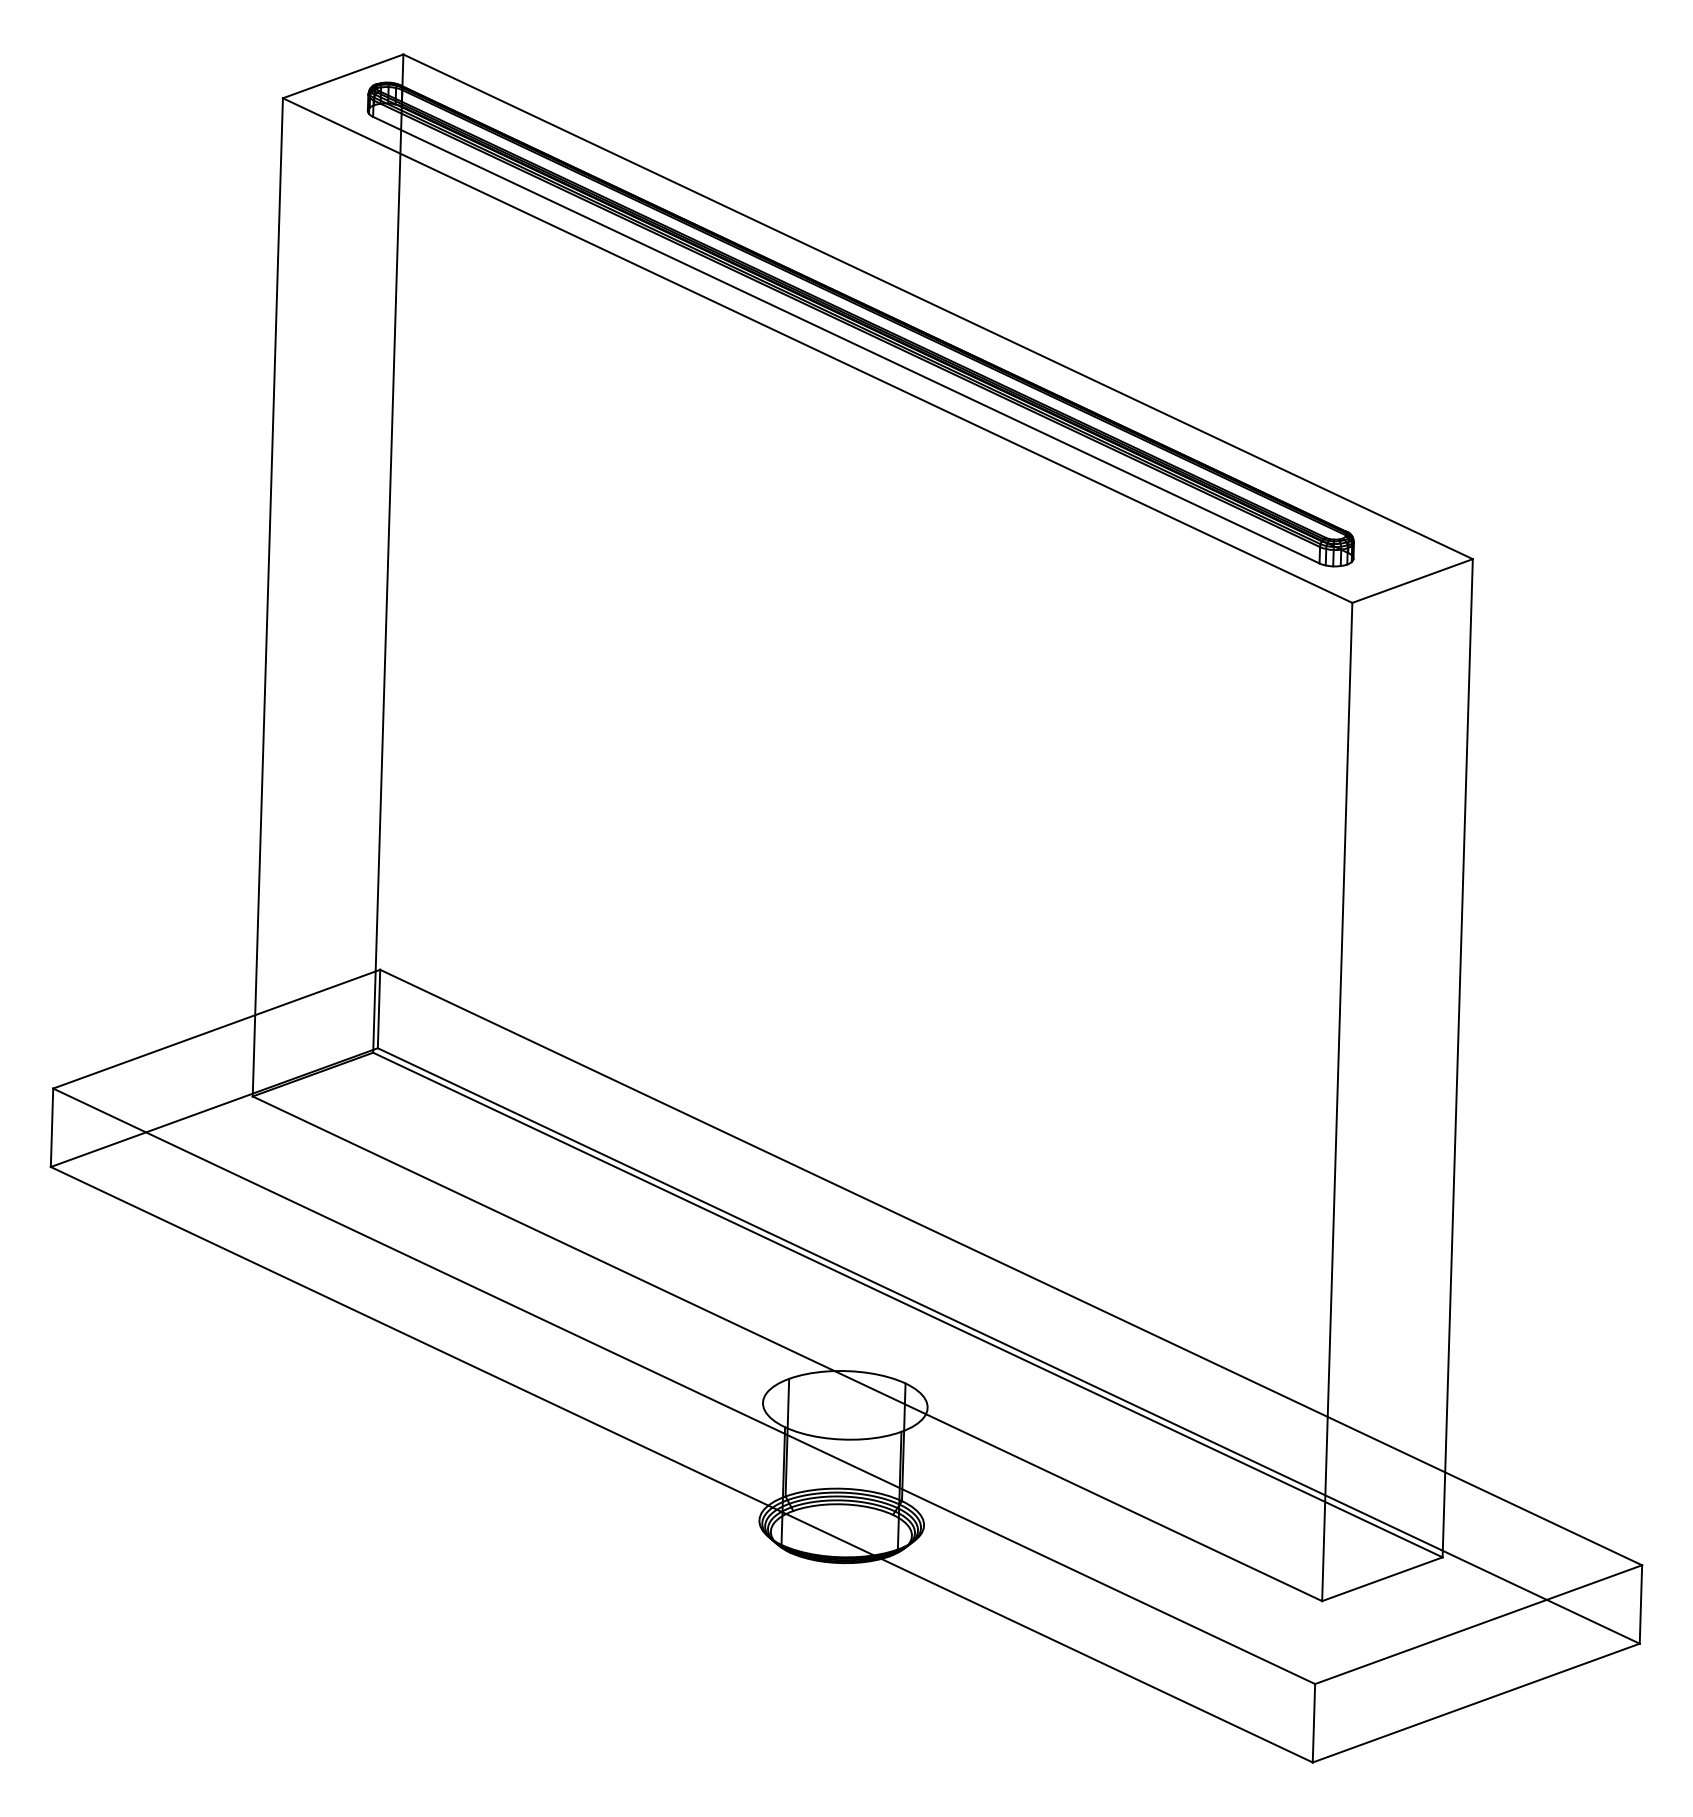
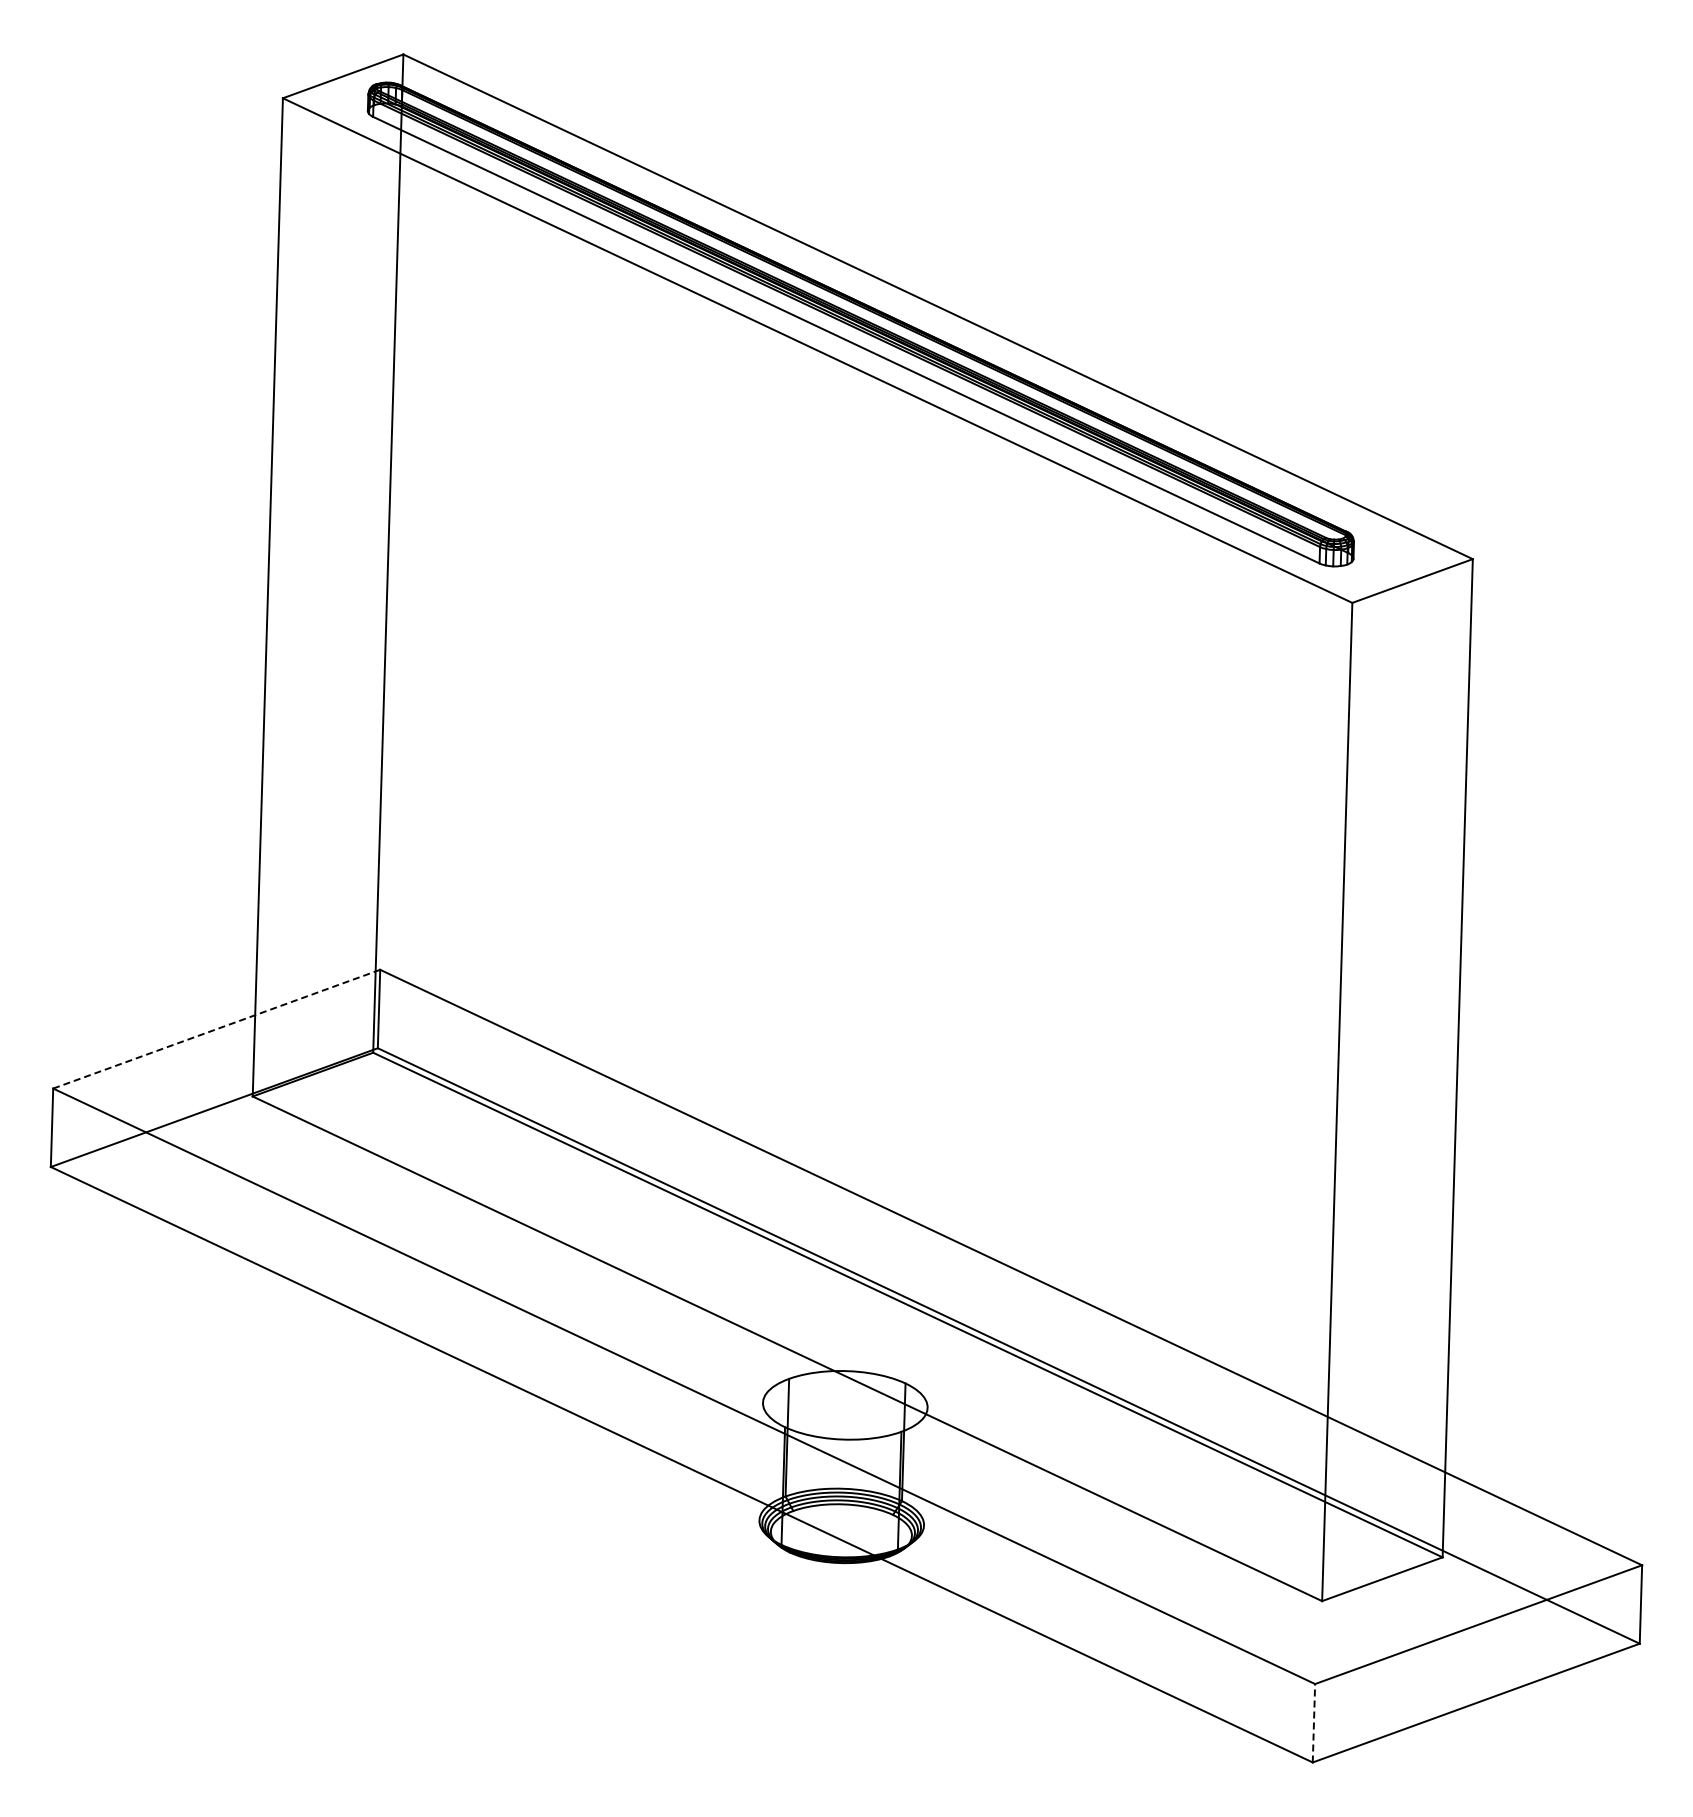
line at (216, 1029): solid -> dashed
line at (1313, 1722): solid -> dashed
